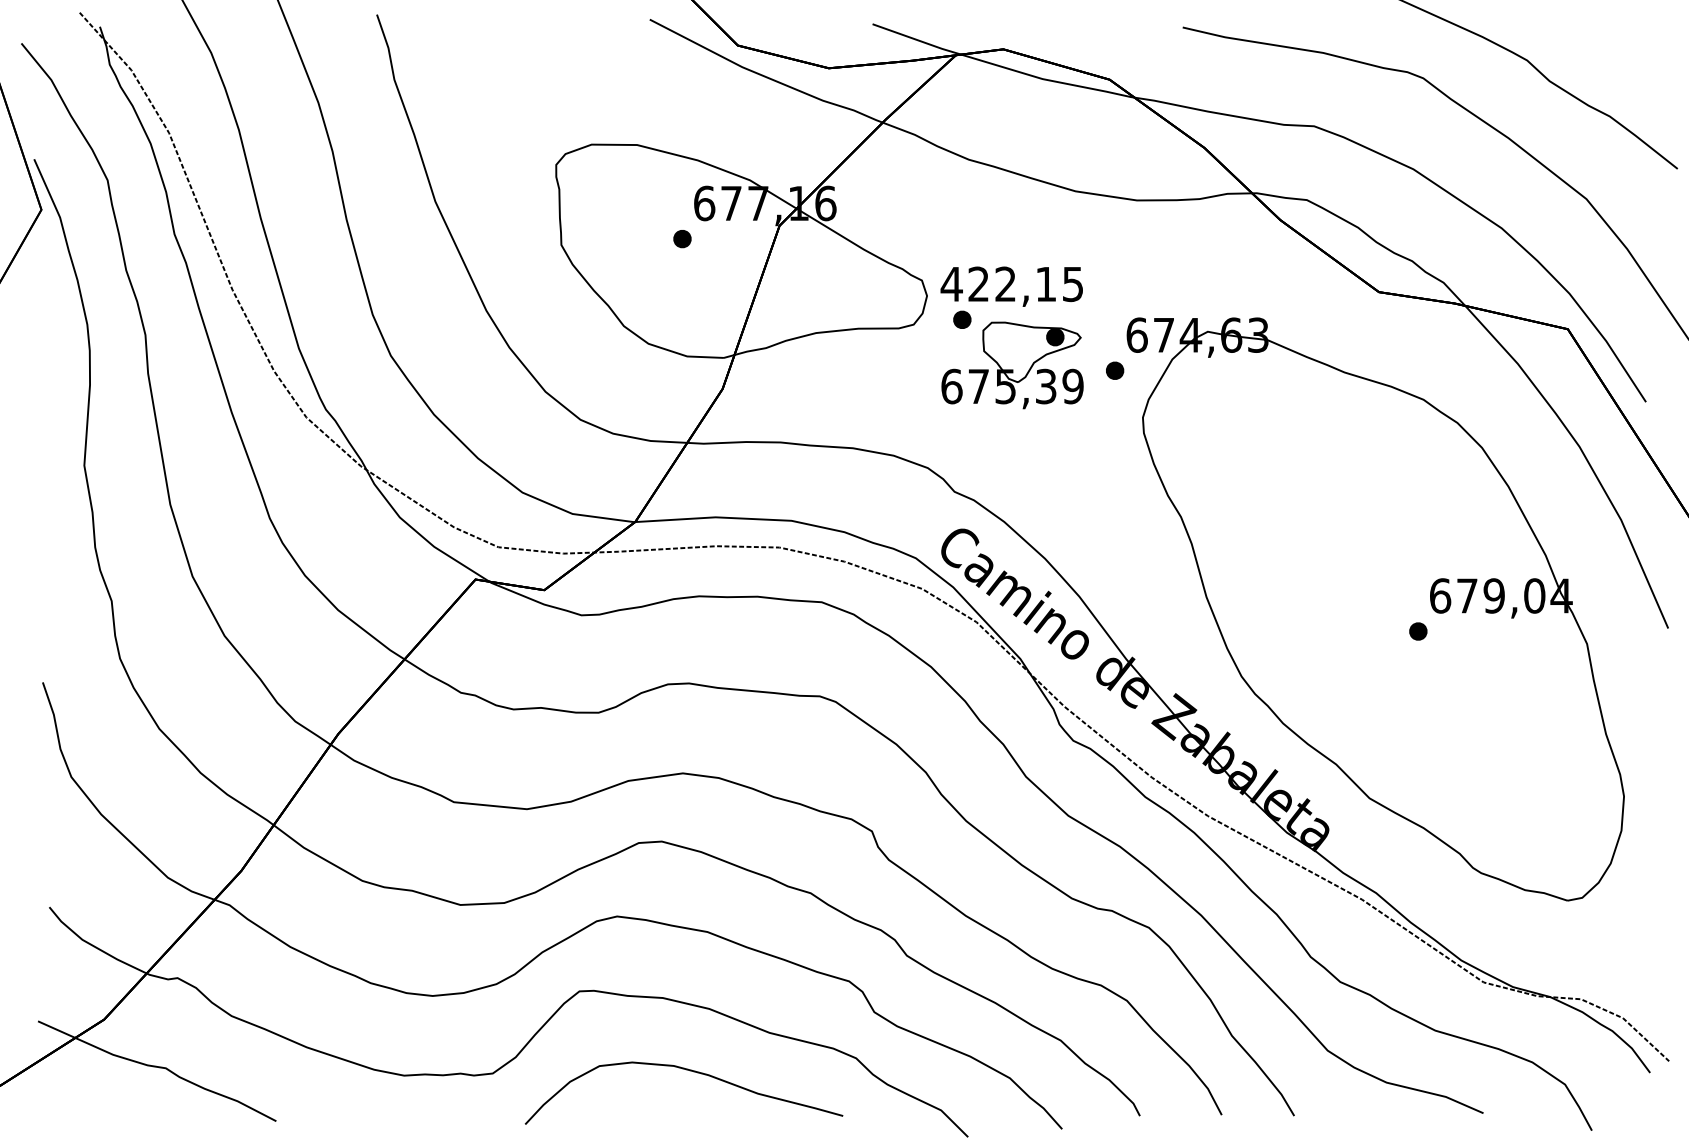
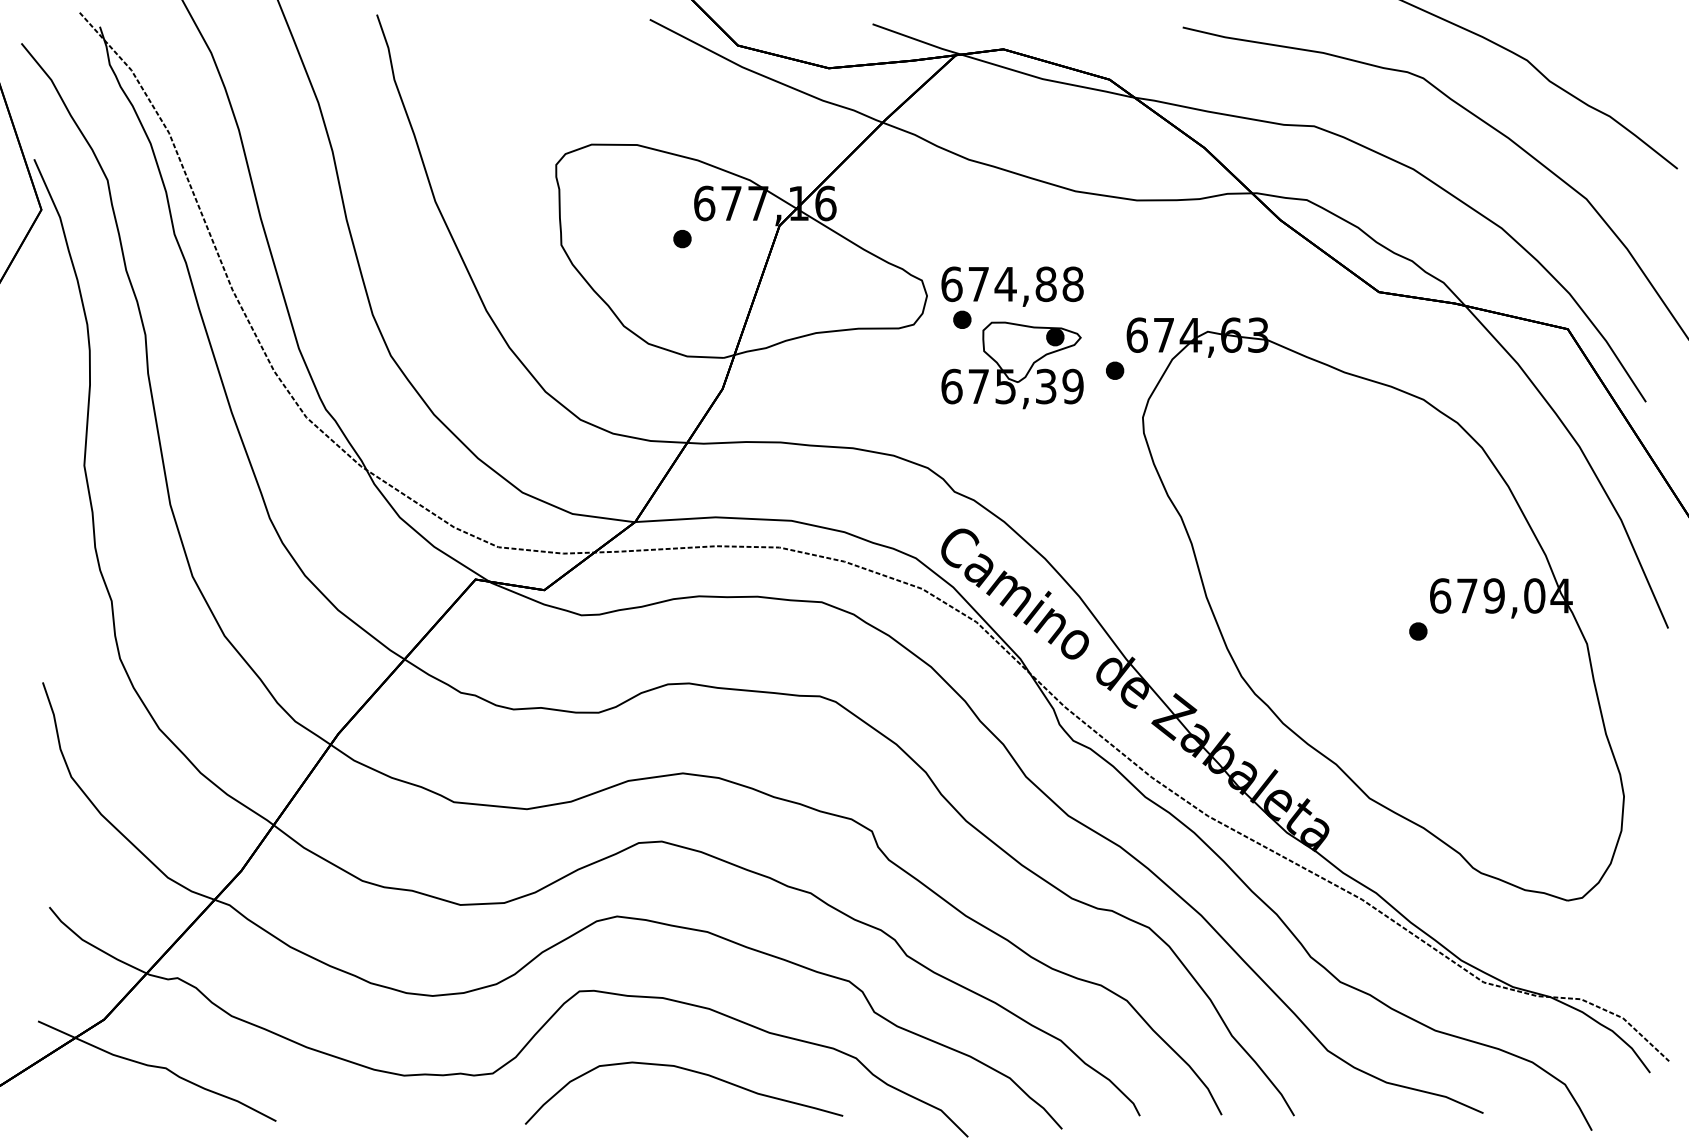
text at (1011, 284): 422,15 -> 674,88
